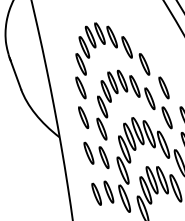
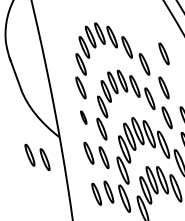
part at (163, 53): none -> present
part at (83, 117) size: 12x23 px -> 8x15 px
part at (37, 157): none -> present
